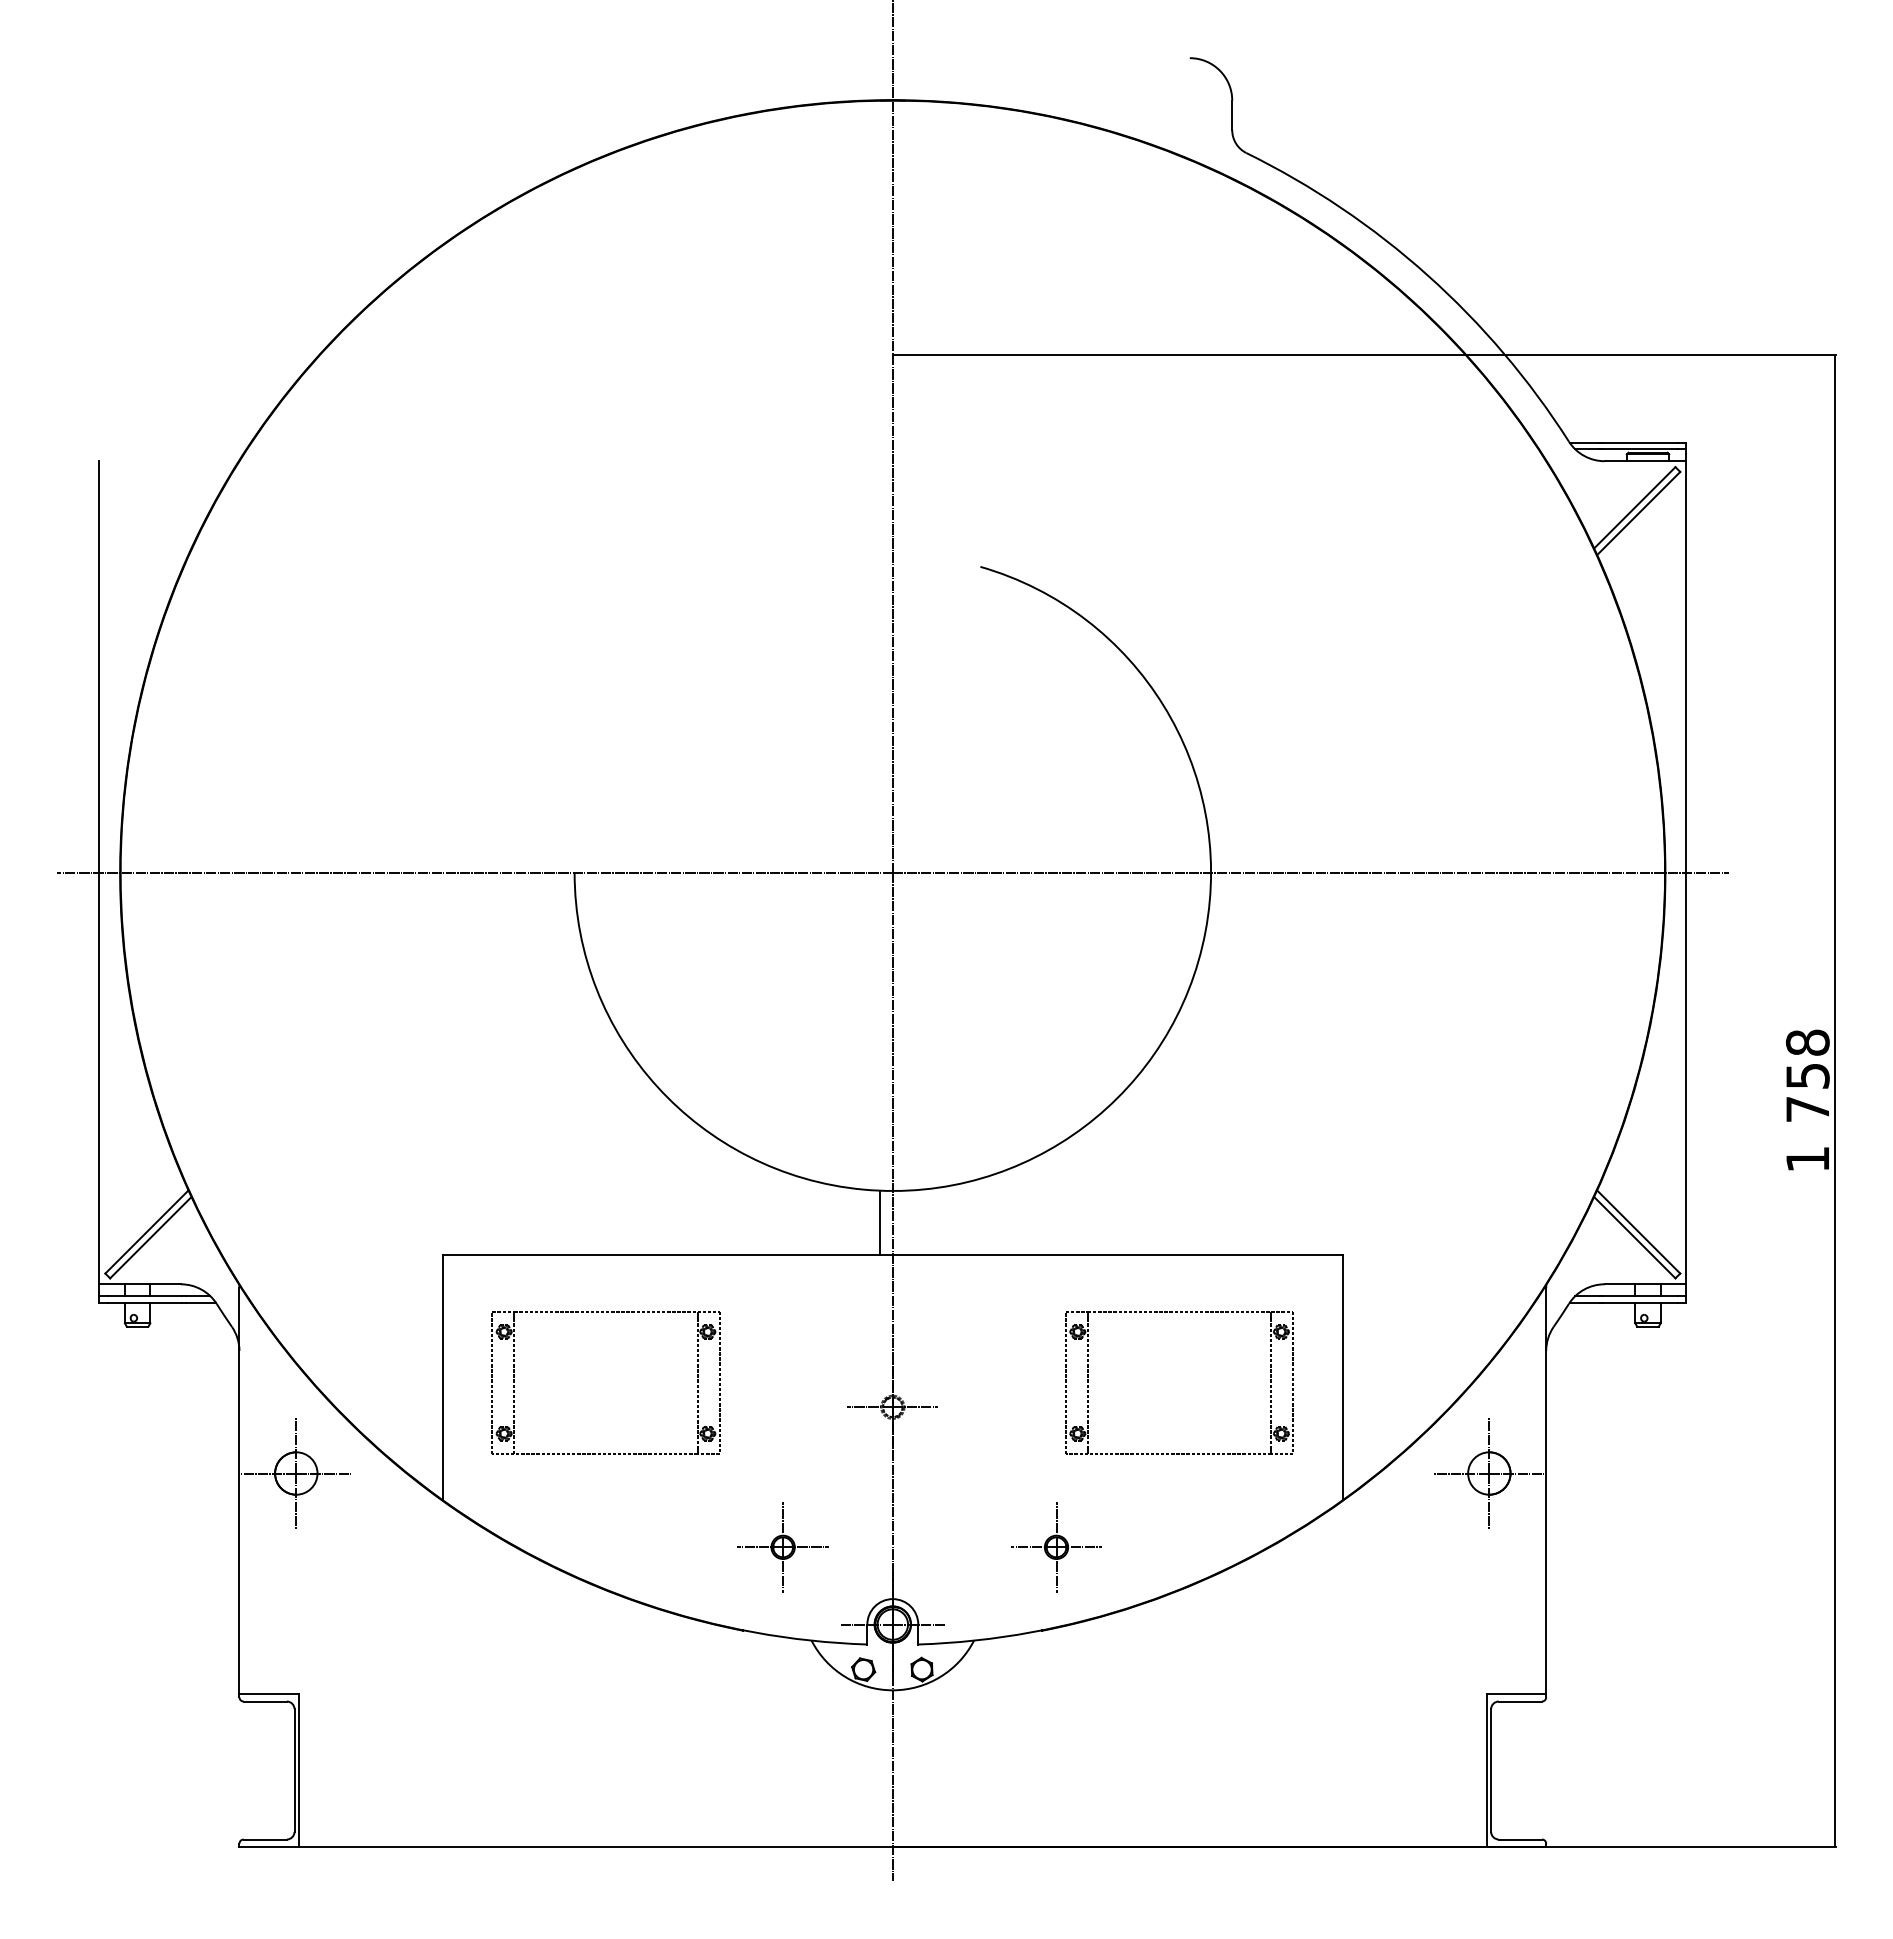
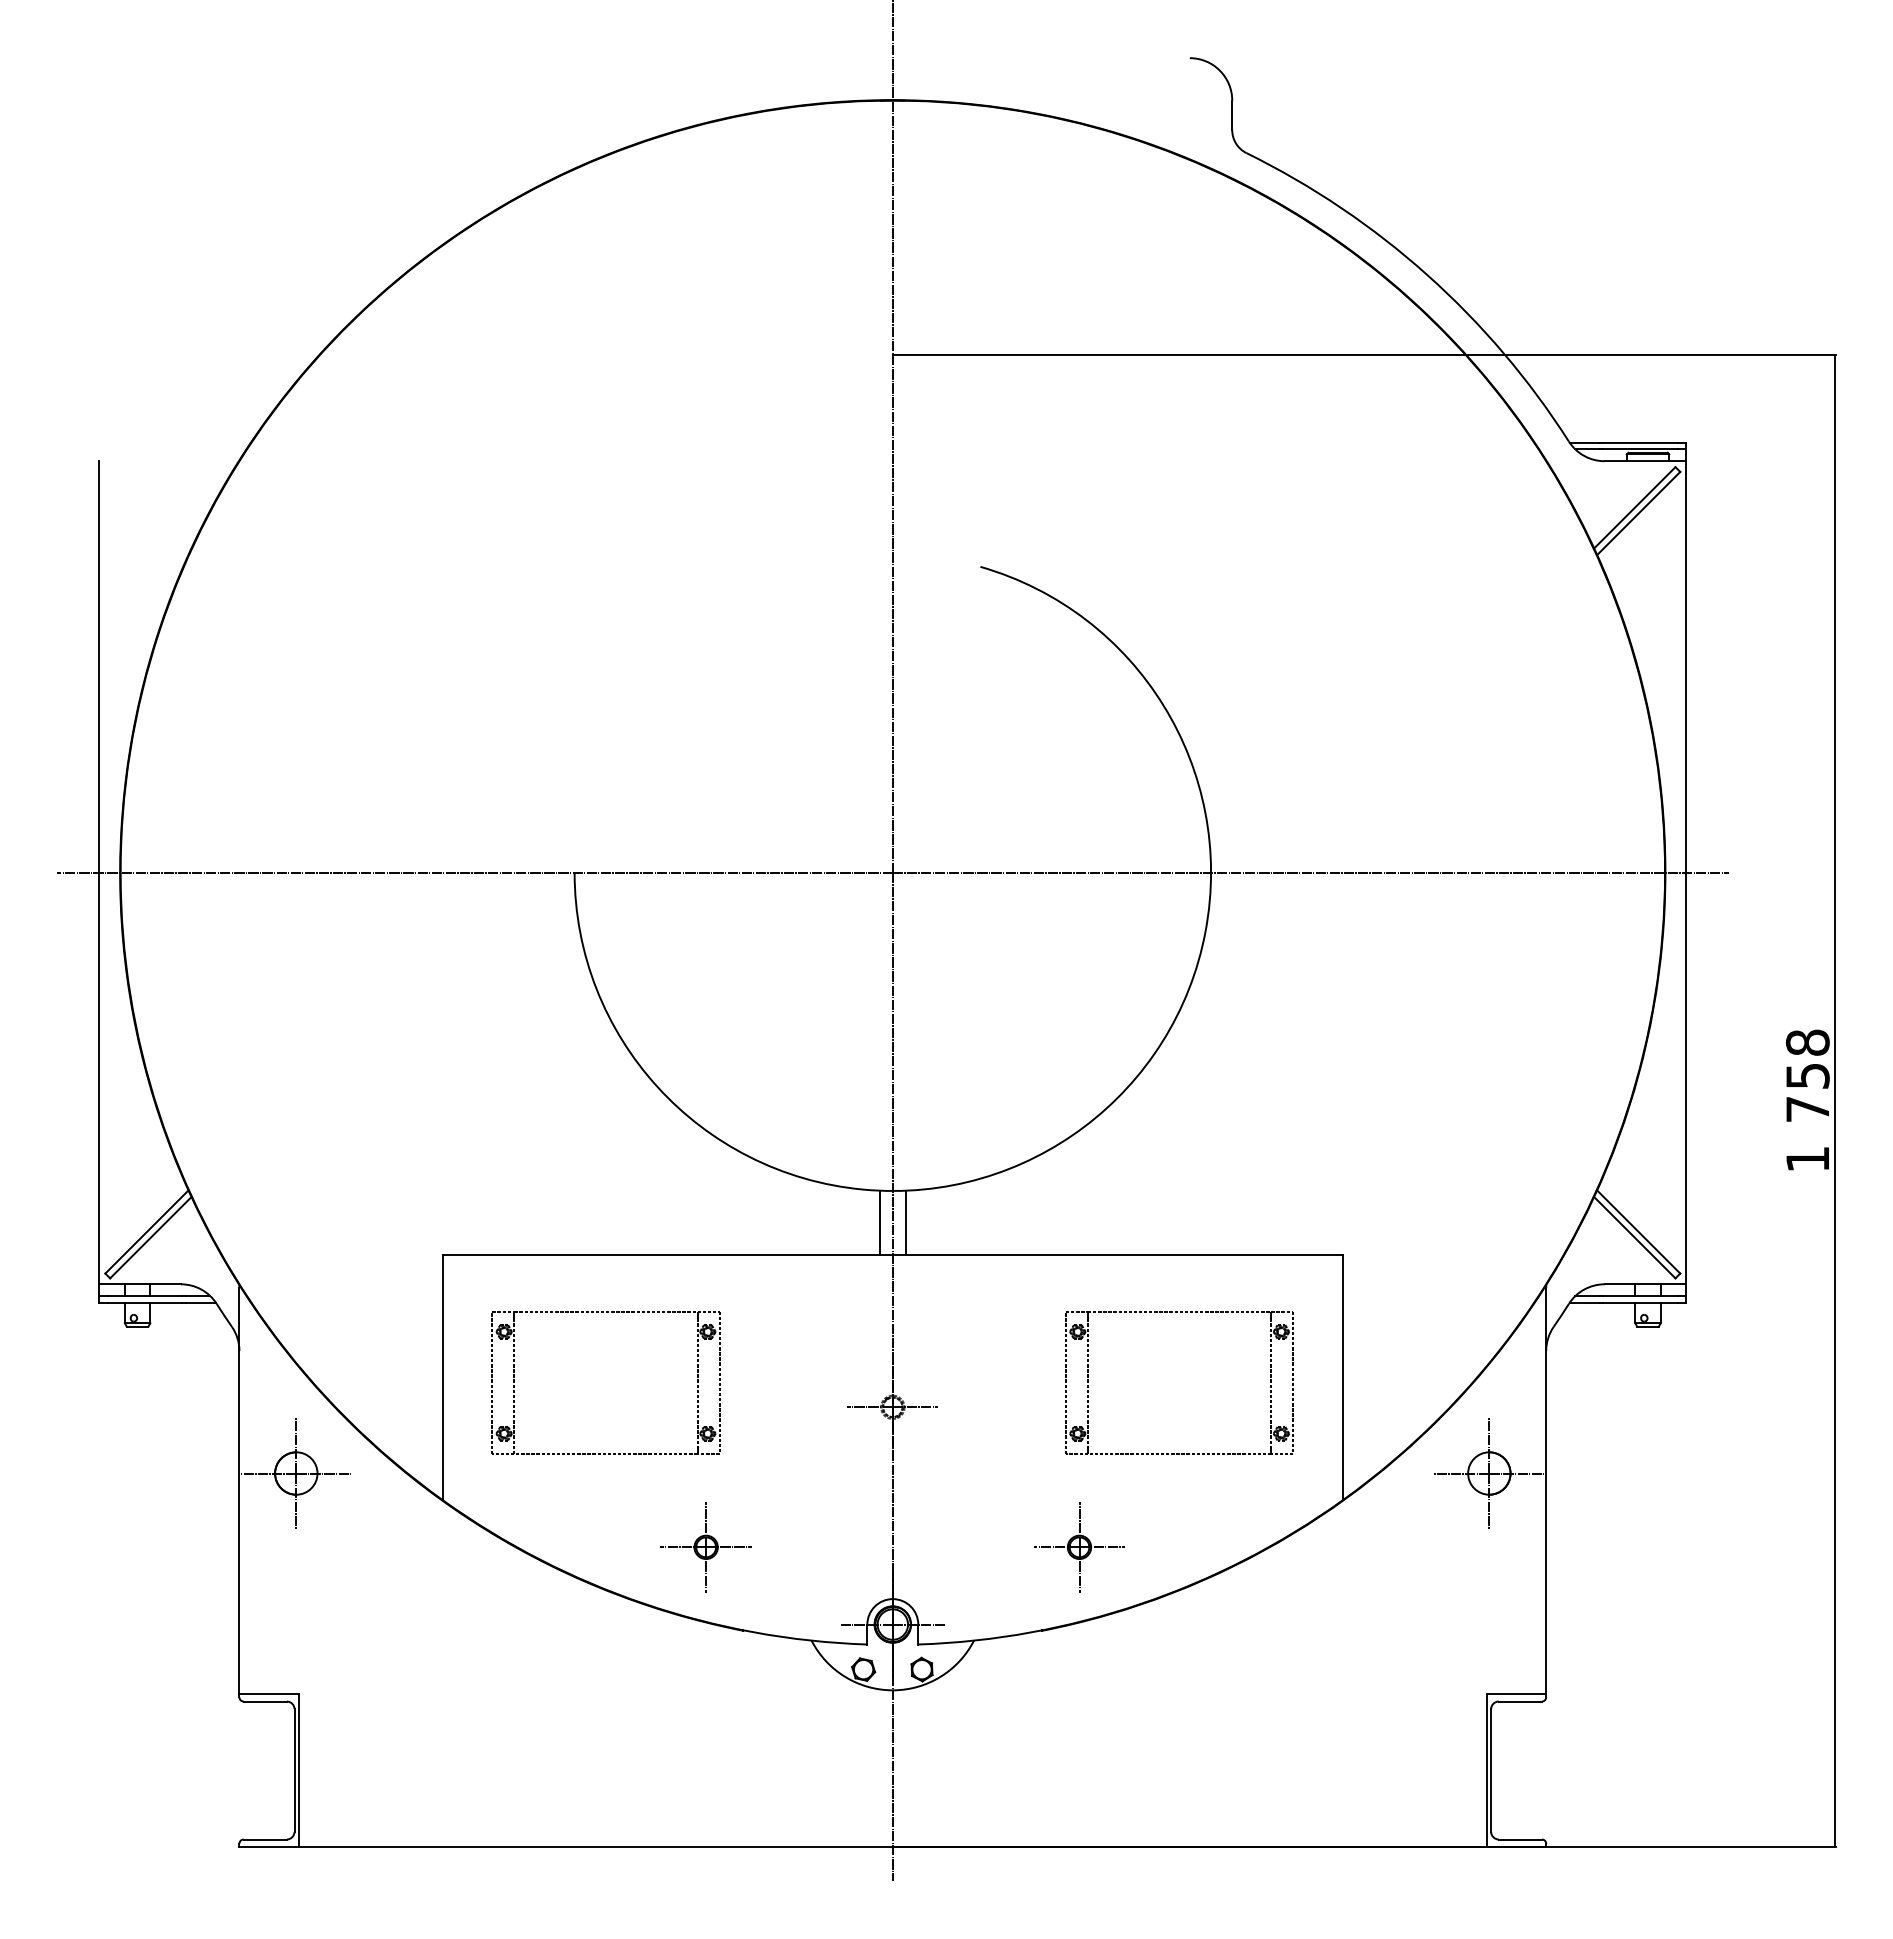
line at (905, 1222): none -> present
part at (782, 1547) position: (782, 1547) -> (705, 1547)
part at (1056, 1547) position: (1056, 1547) -> (1079, 1547)
